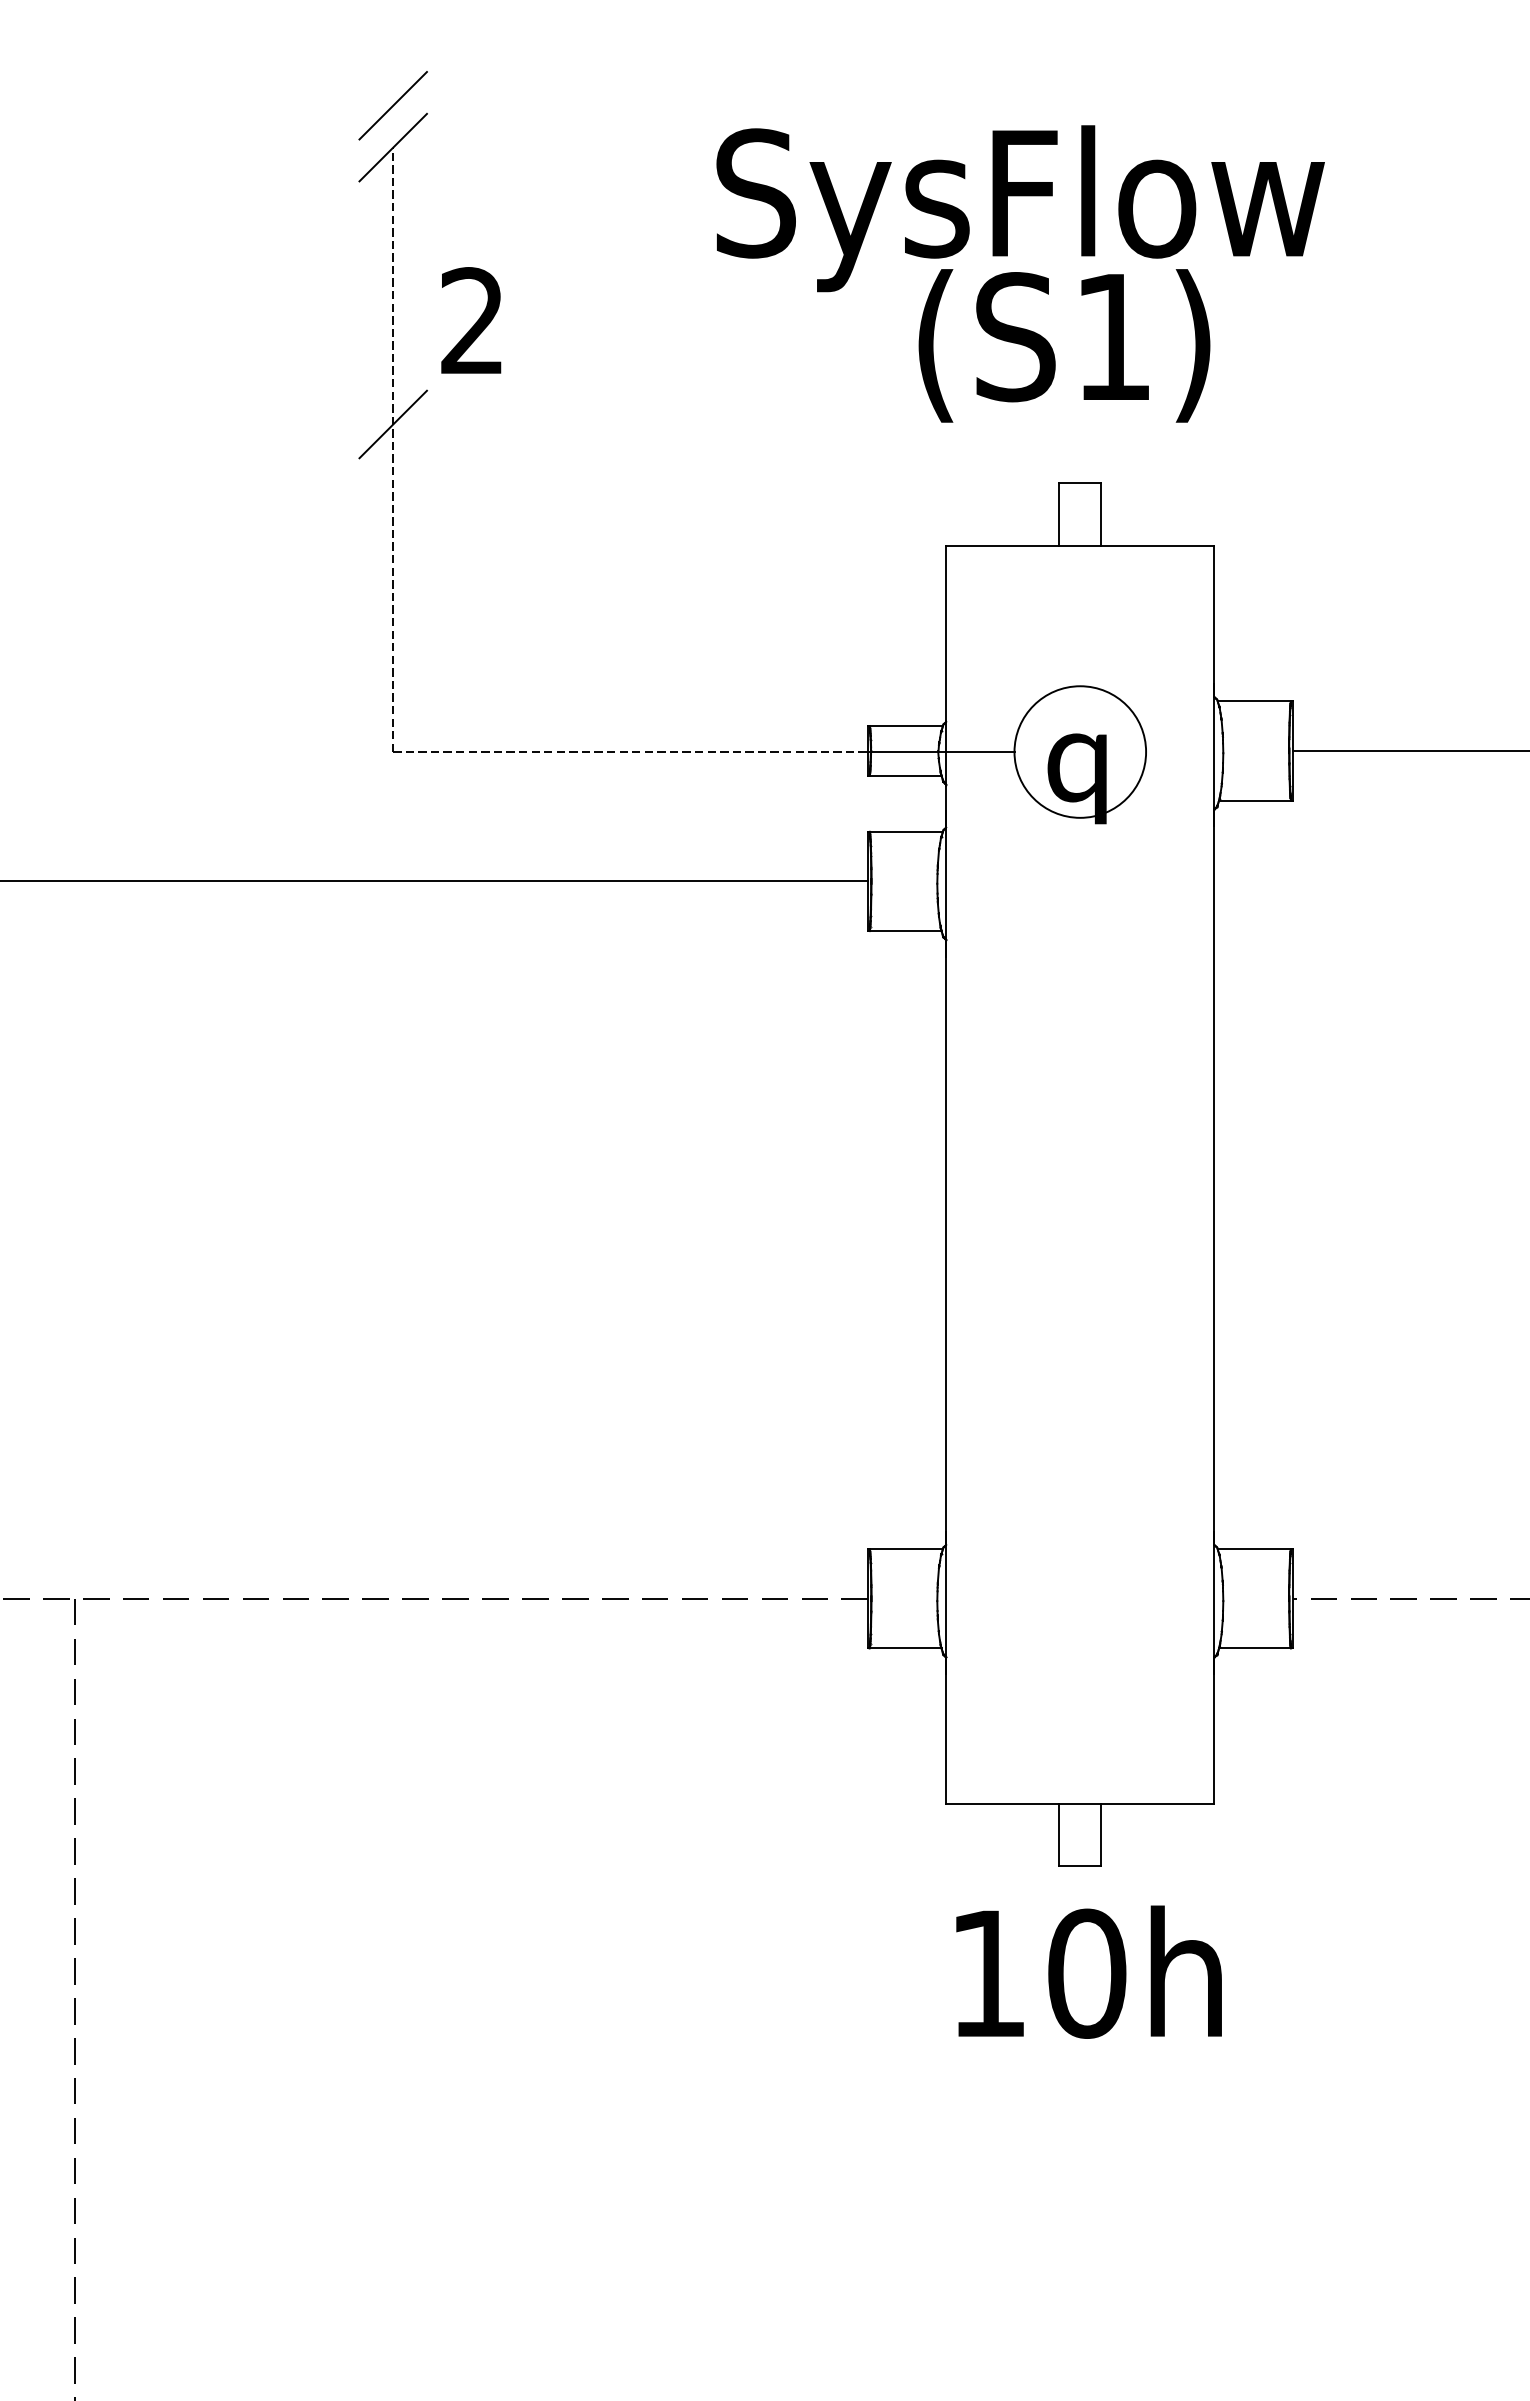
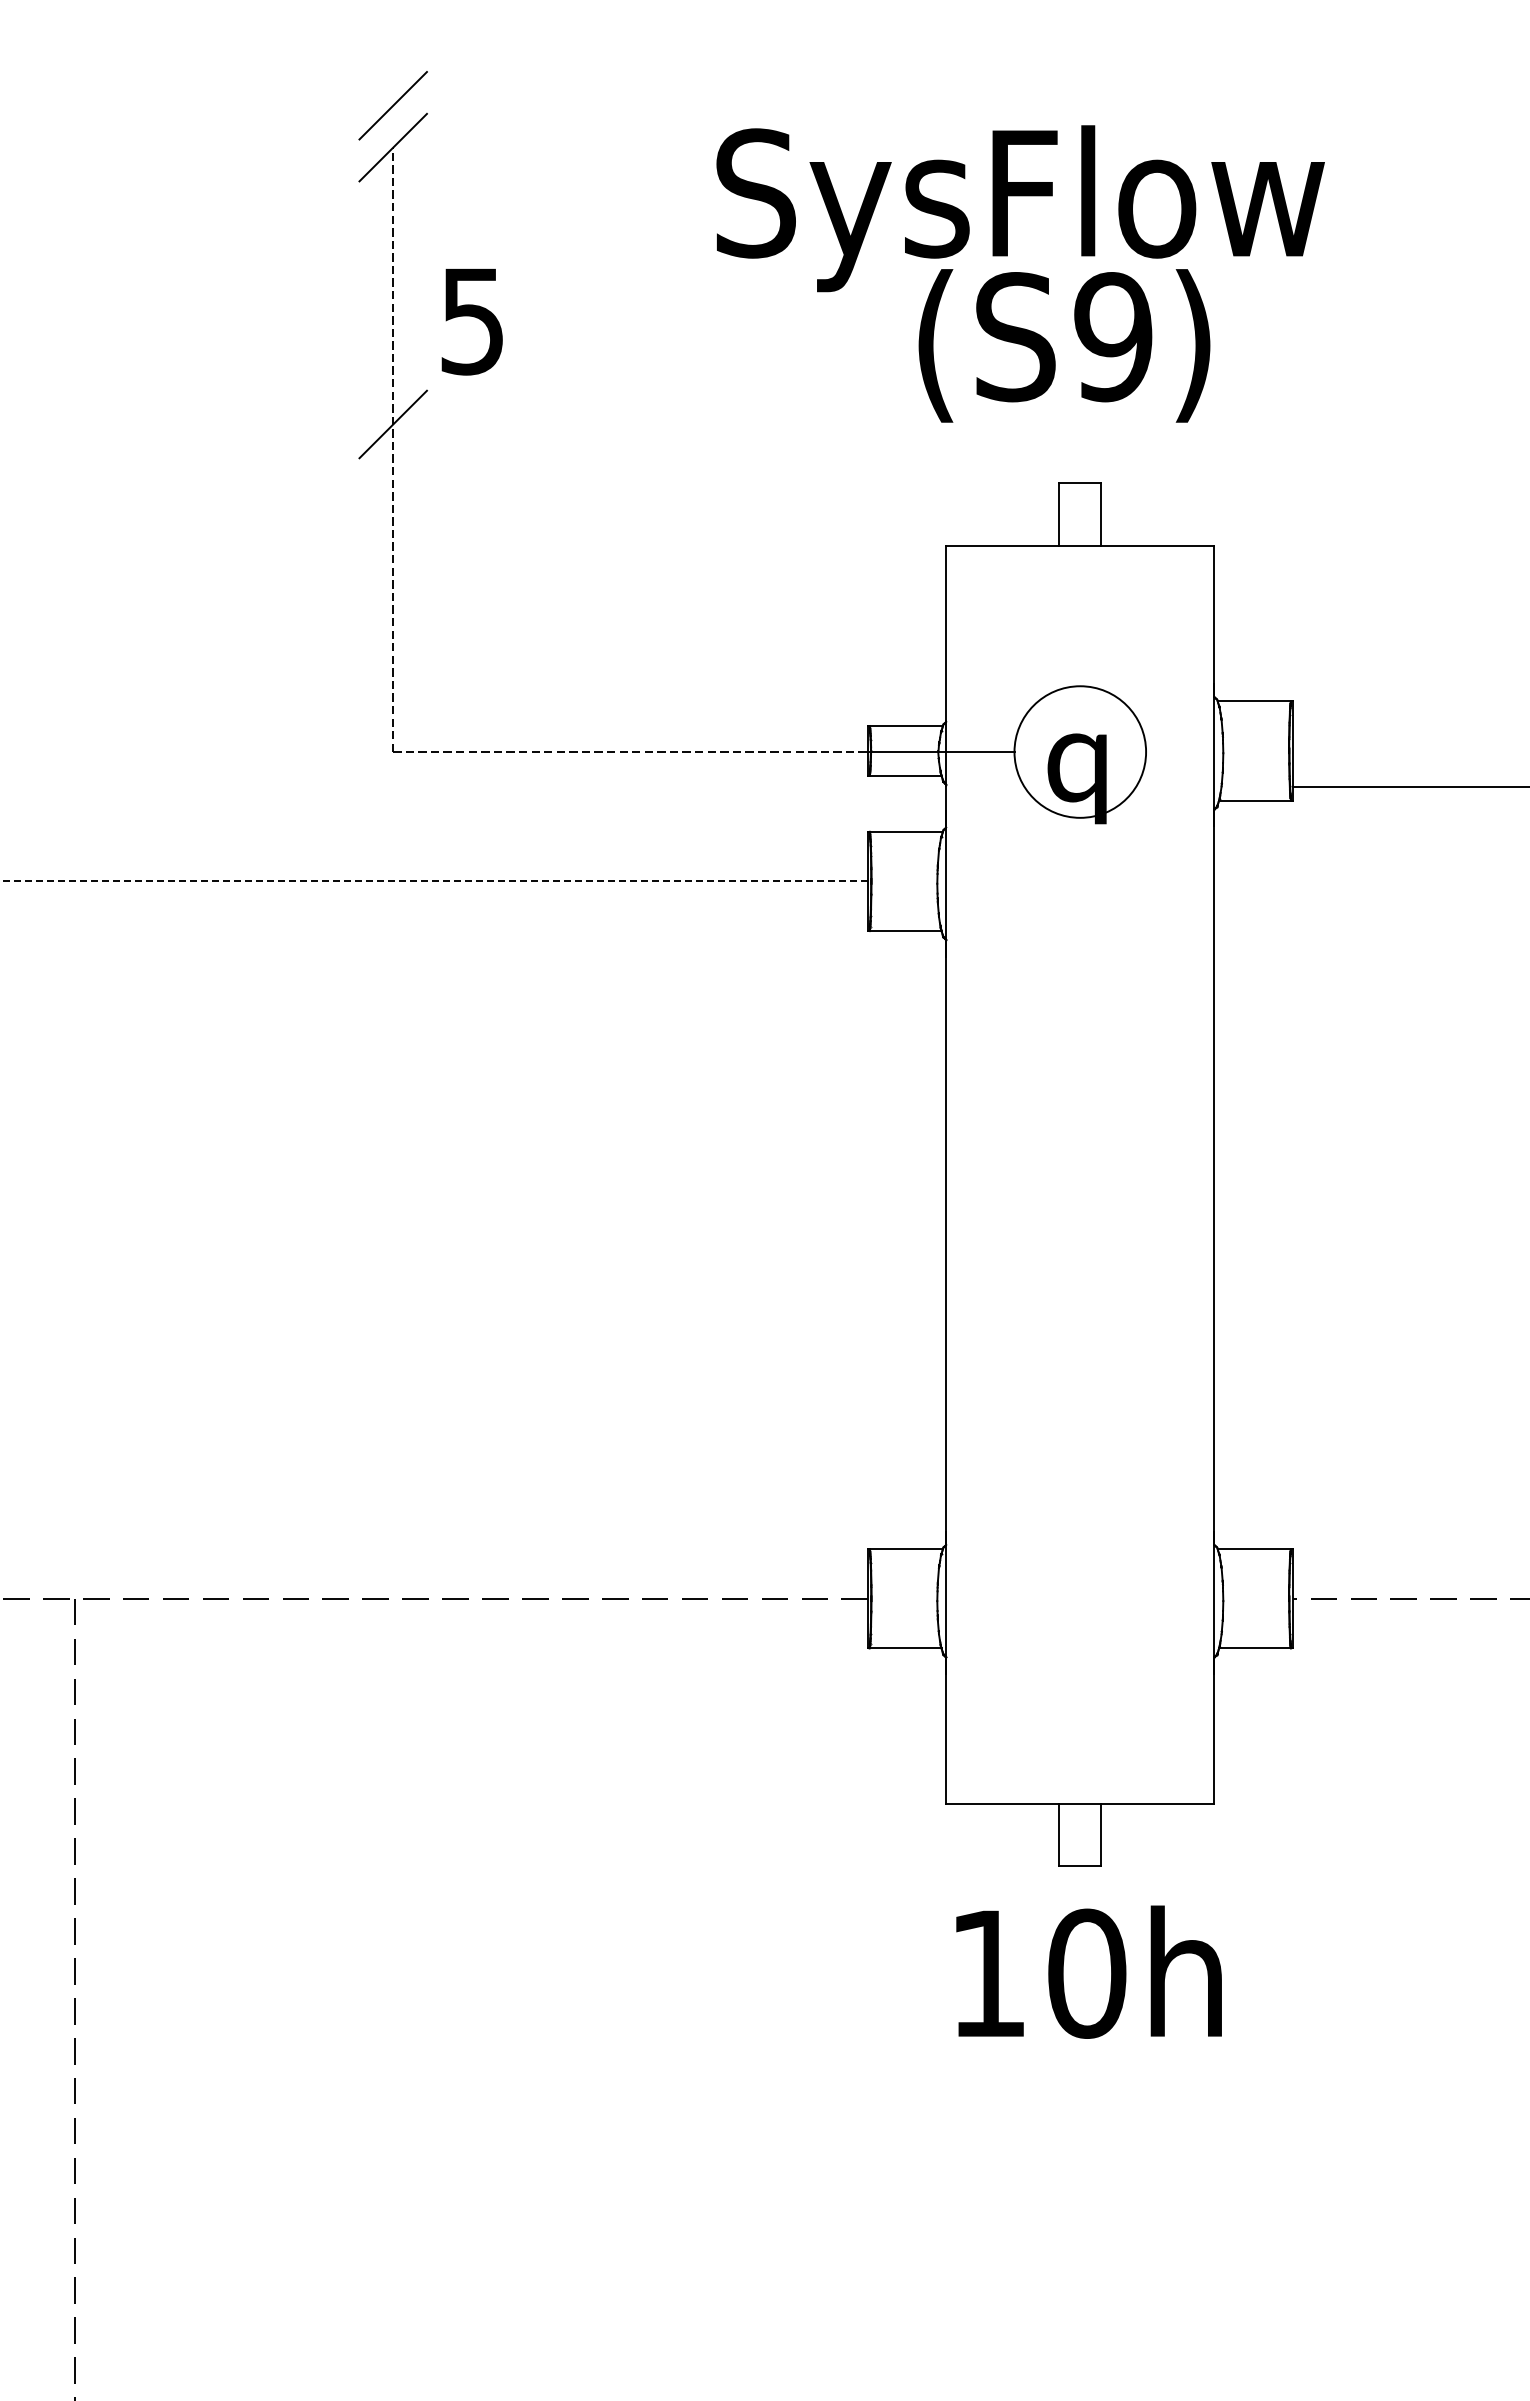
text at (471, 321): 2 -> 5
text at (1113, 337): (S1) -> (S9)
line at (1409, 750) position: (1409, 750) -> (1409, 786)
line at (433, 881): solid -> dashed
